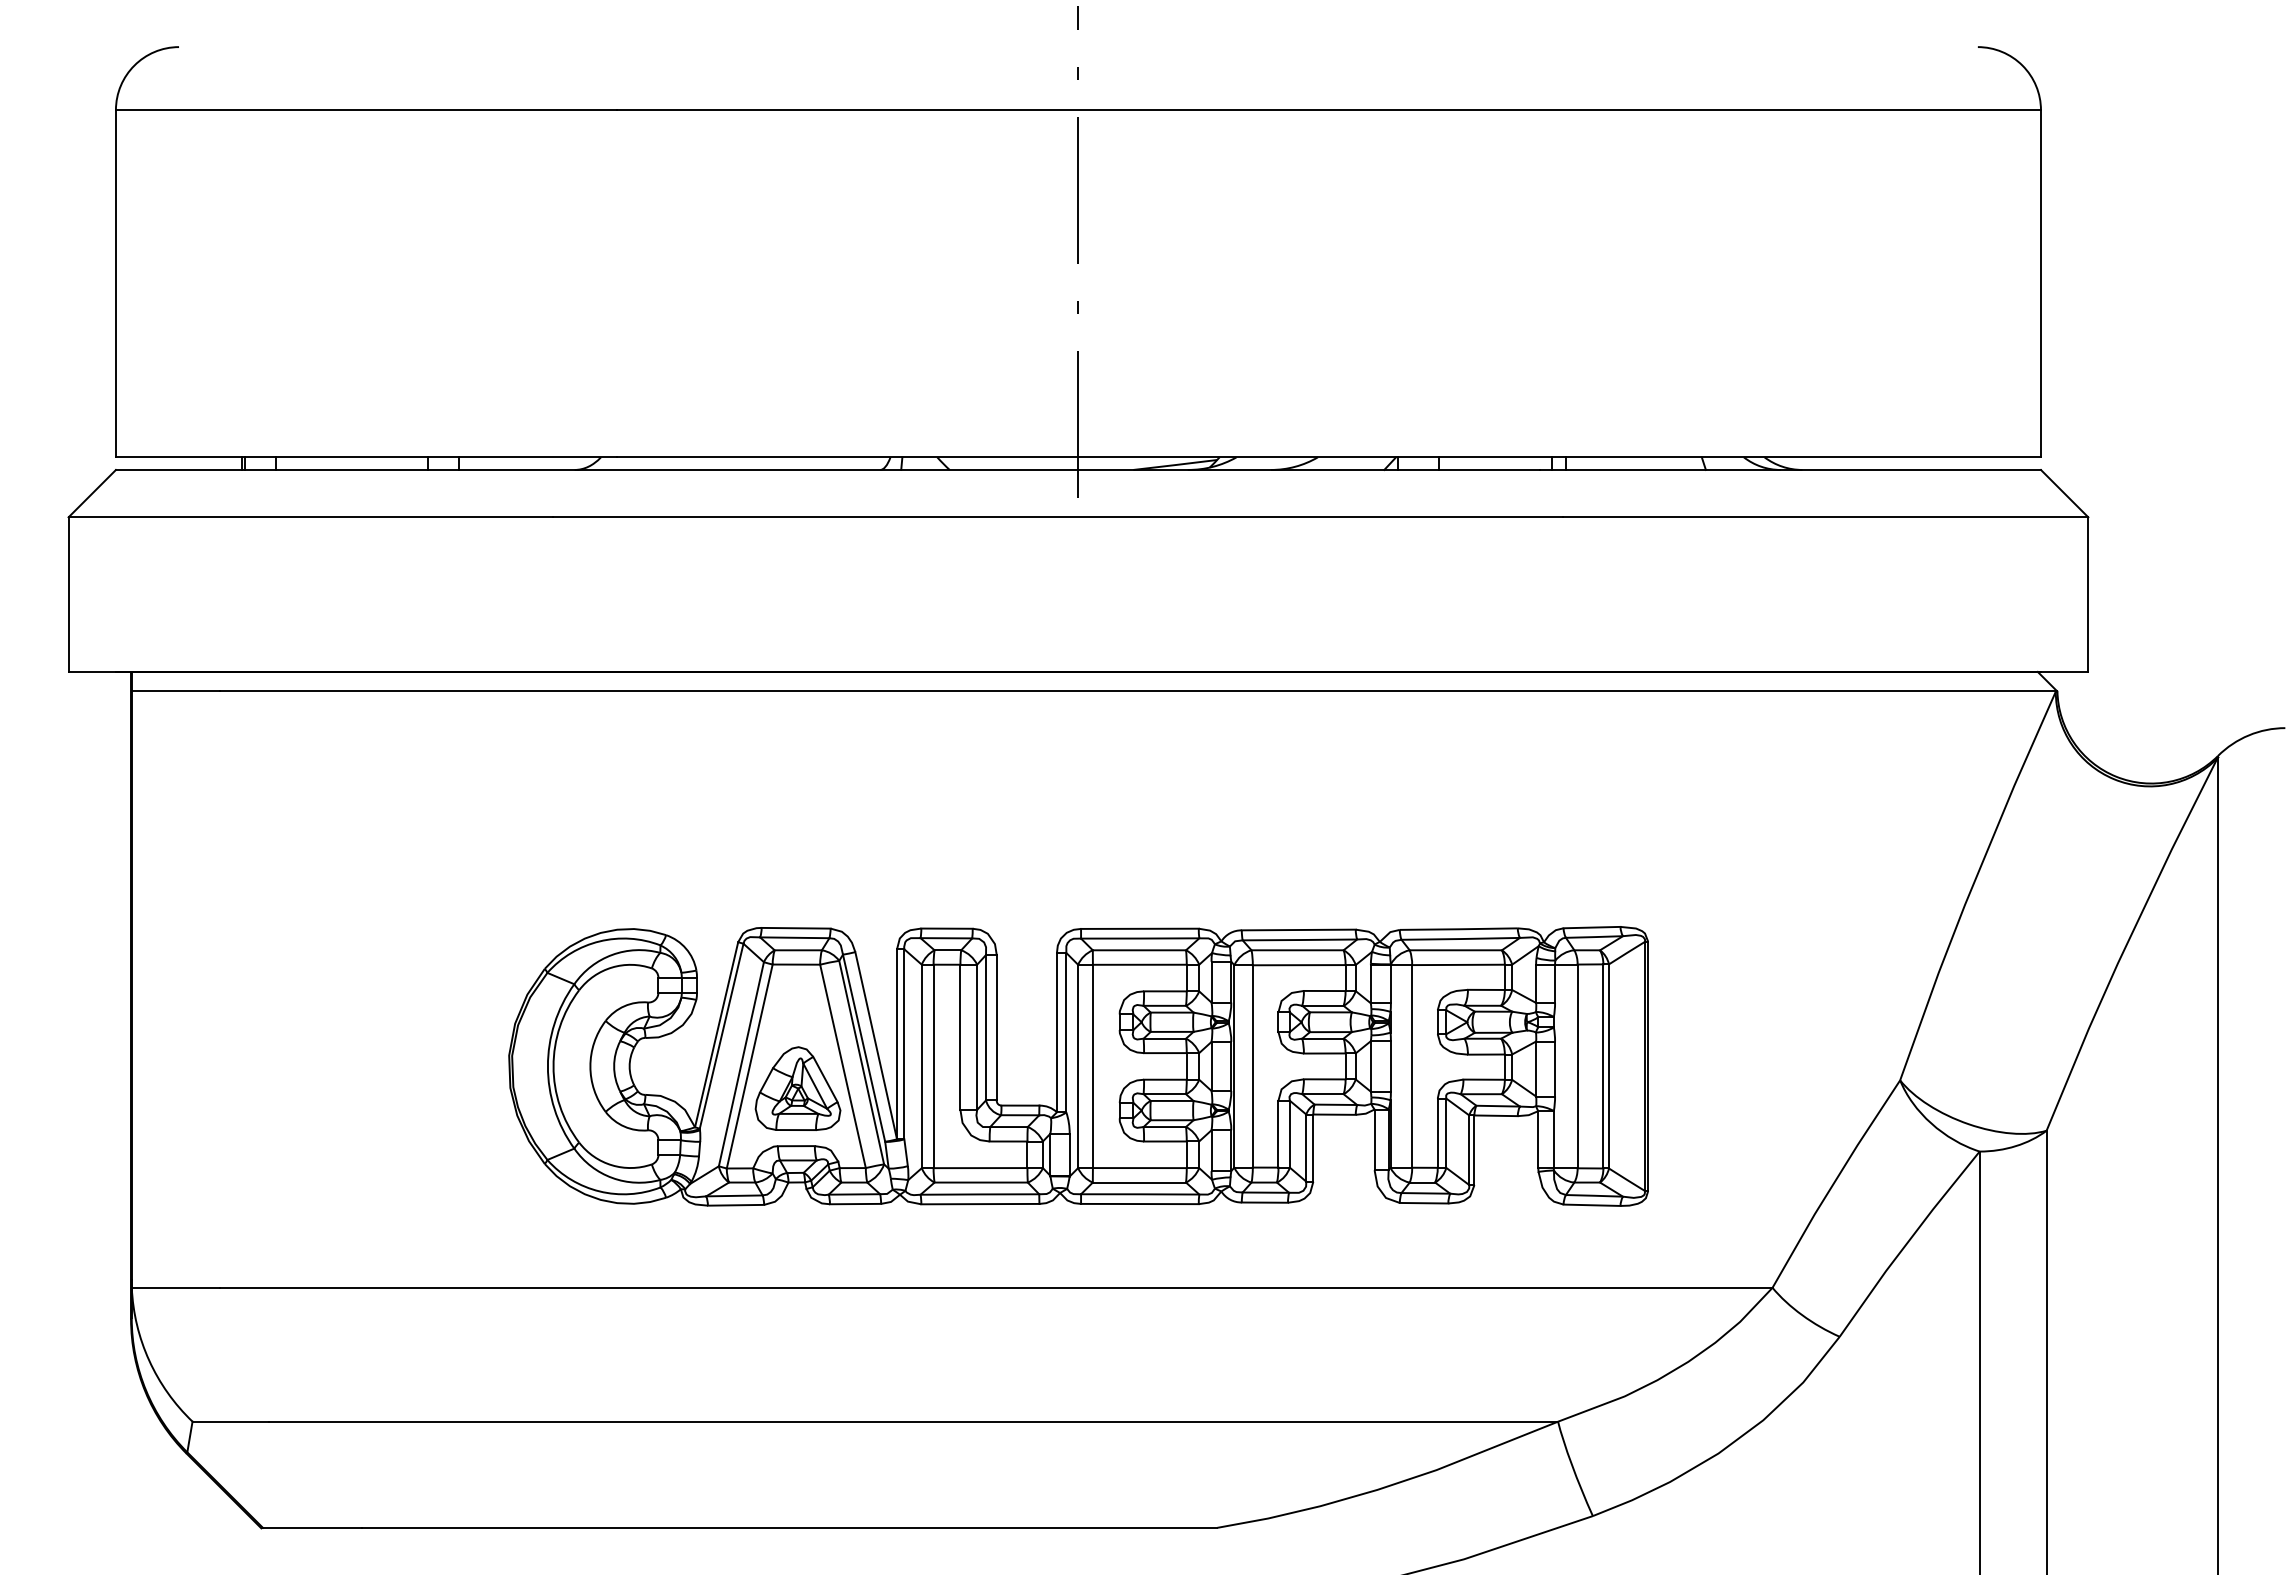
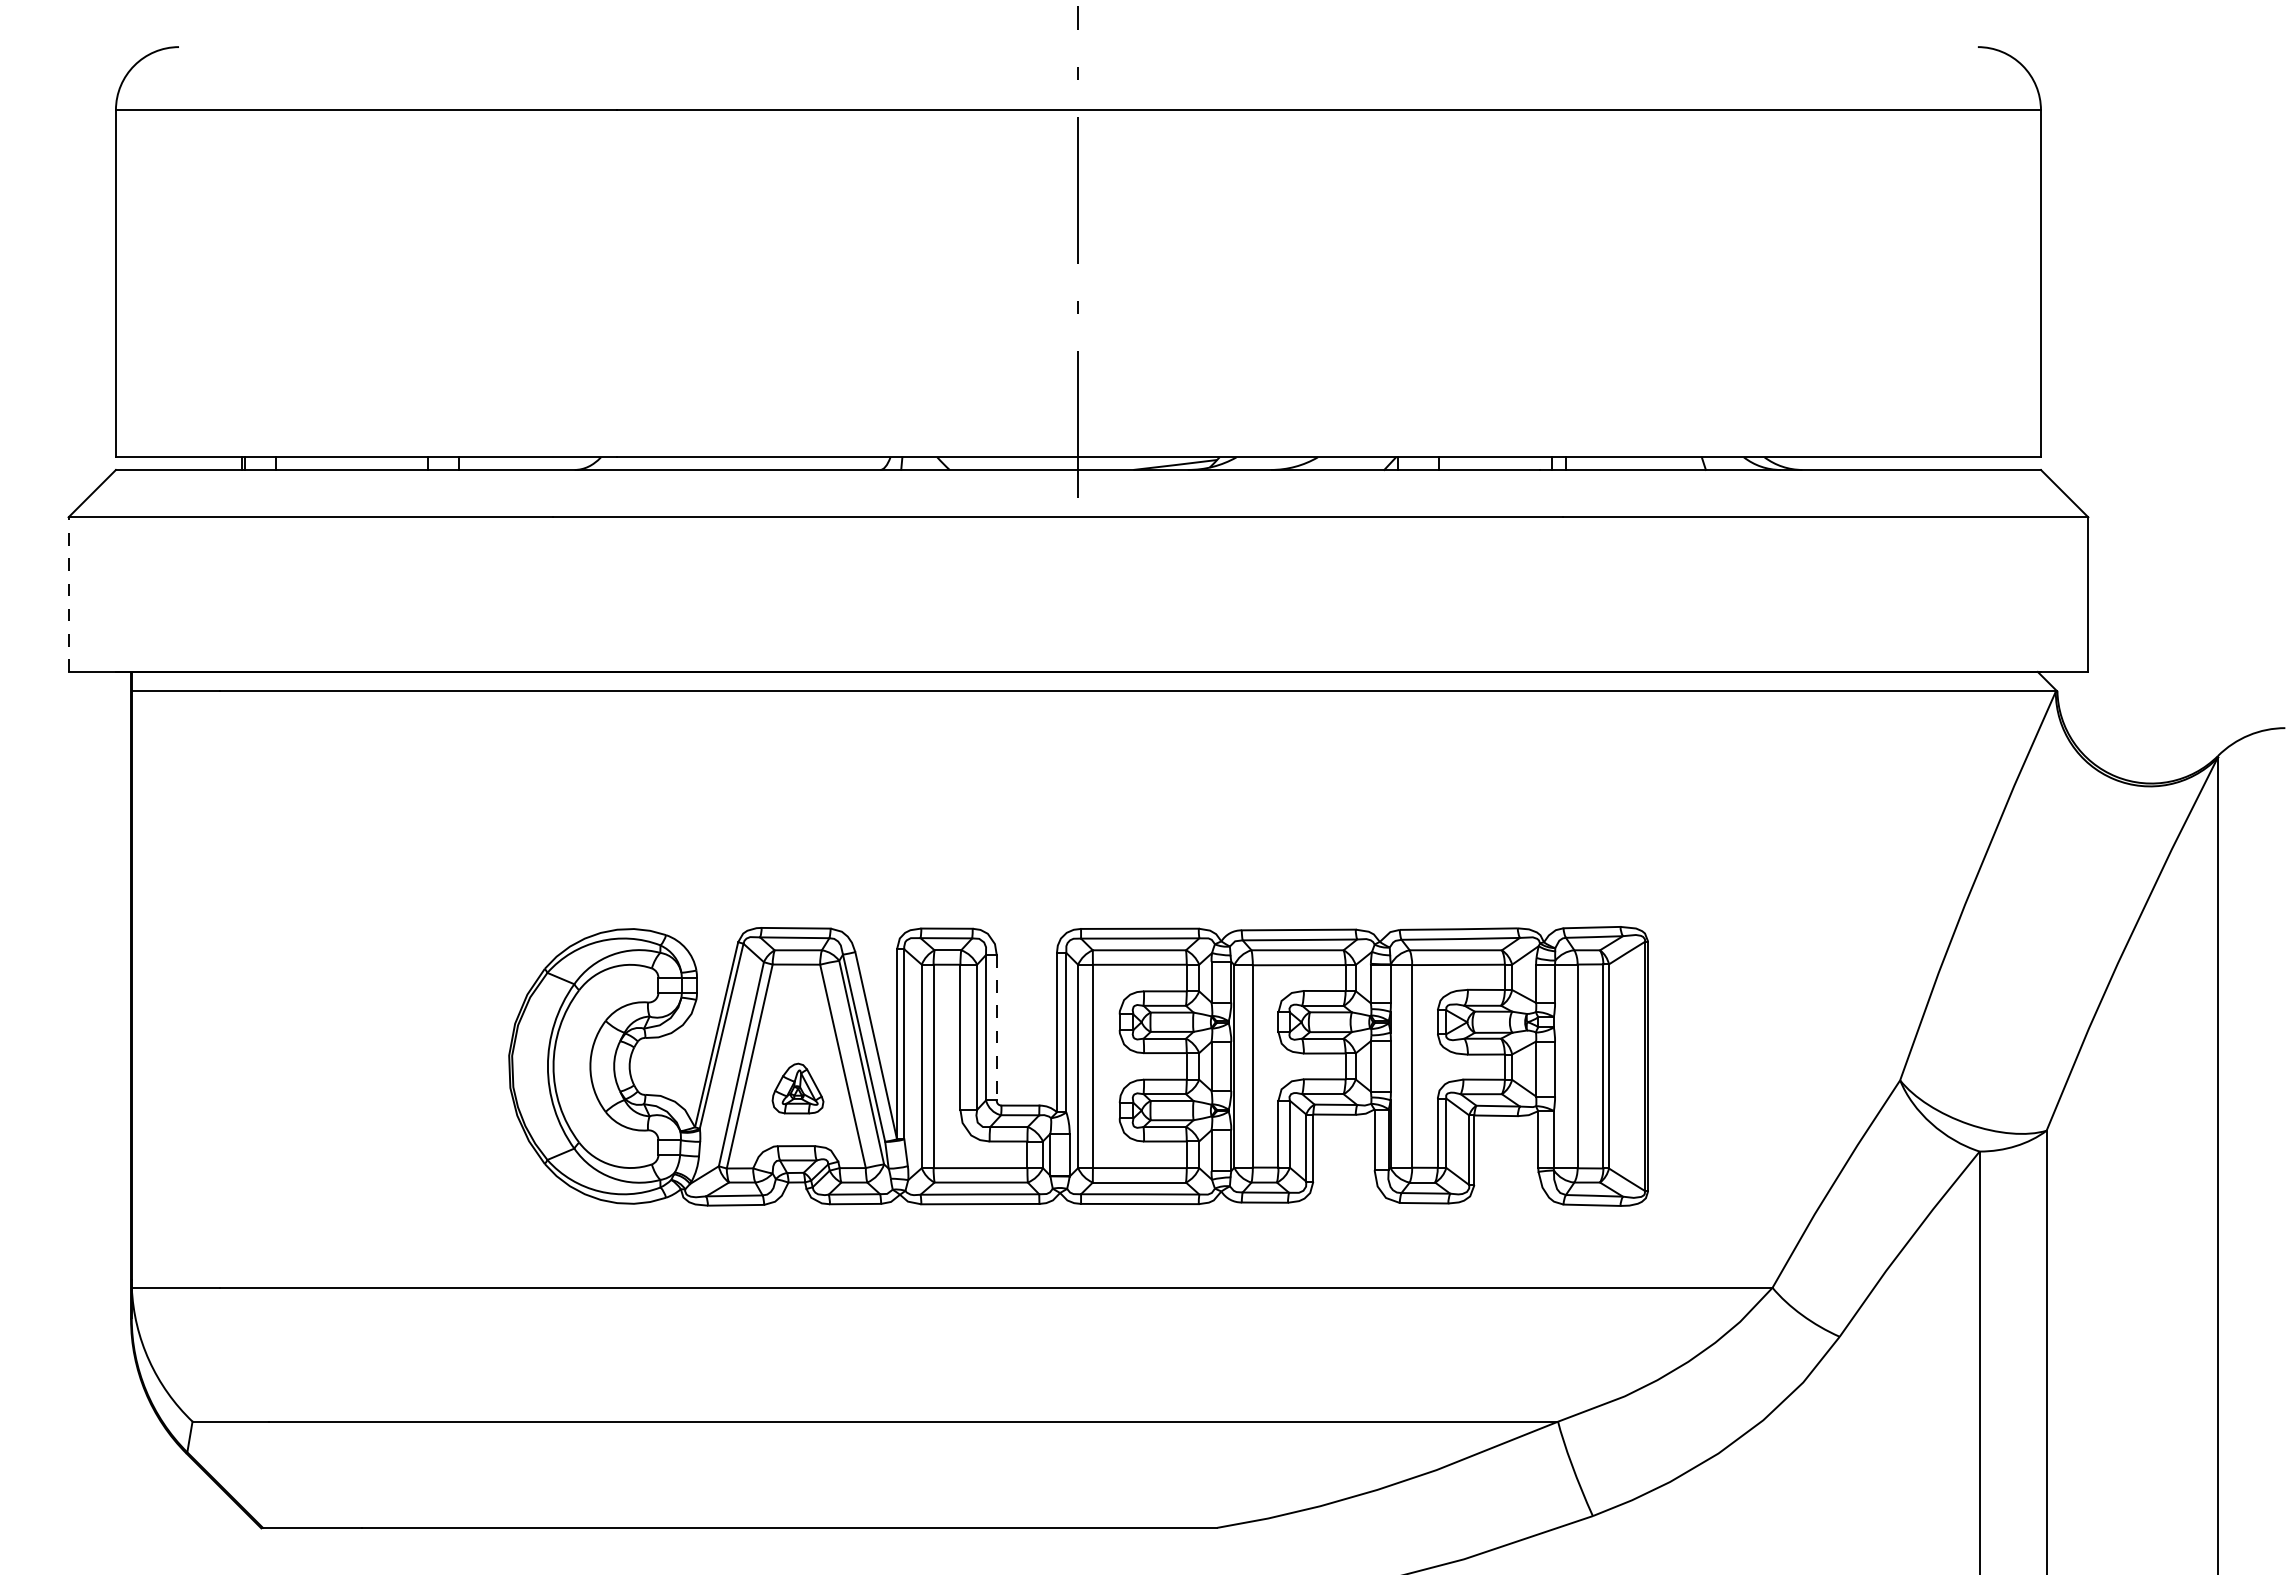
line at (68, 594): solid -> dashed
line at (996, 1027): solid -> dashed
part at (797, 1088) size: 88x85 px -> 54x53 px
